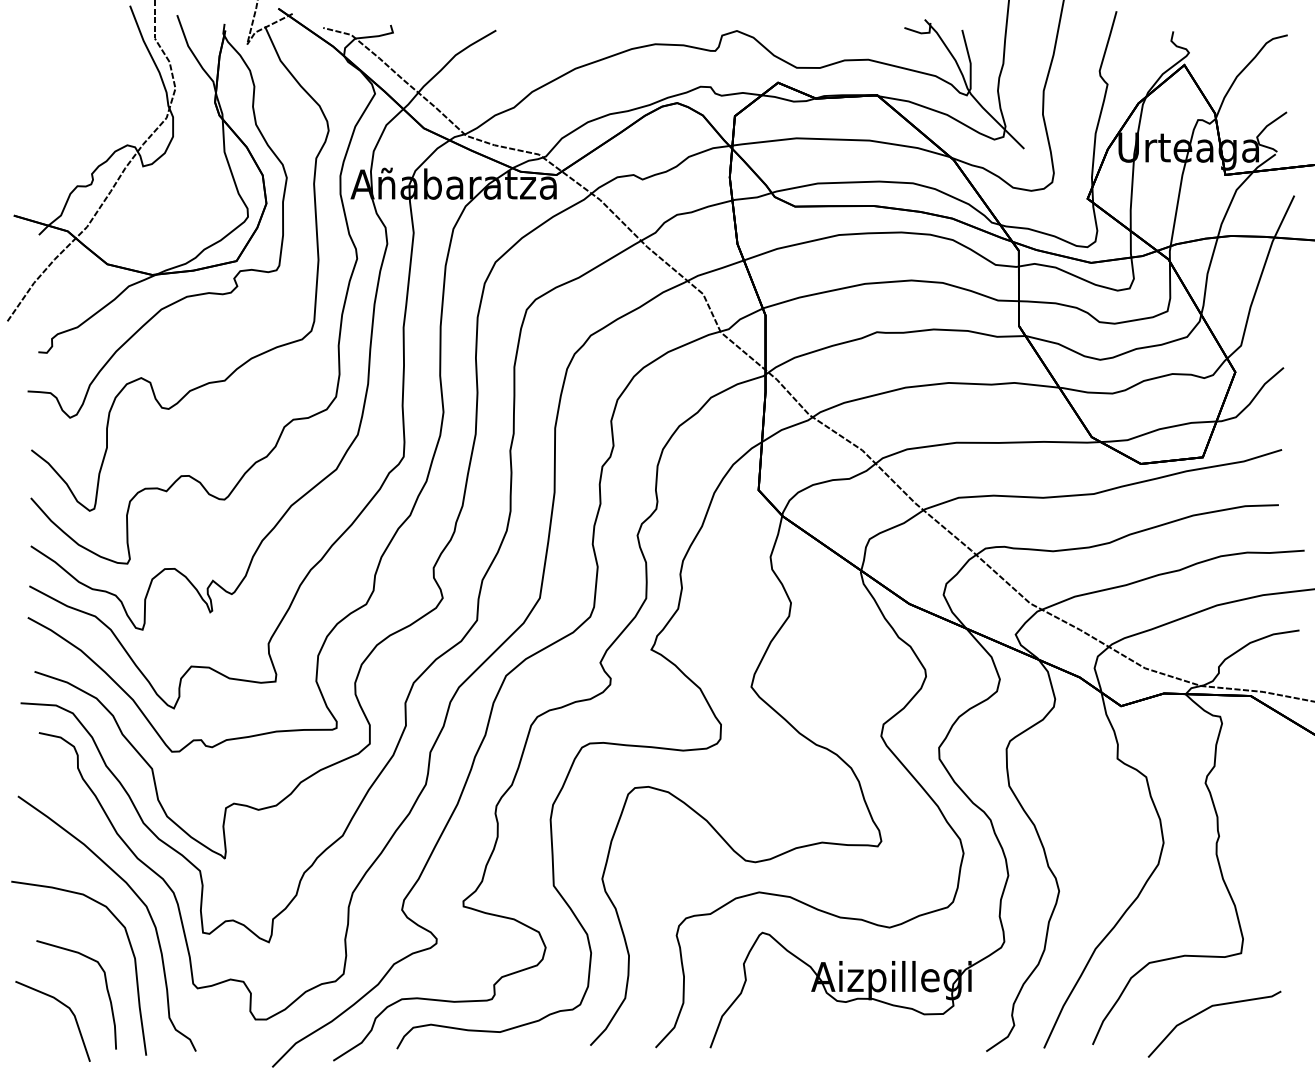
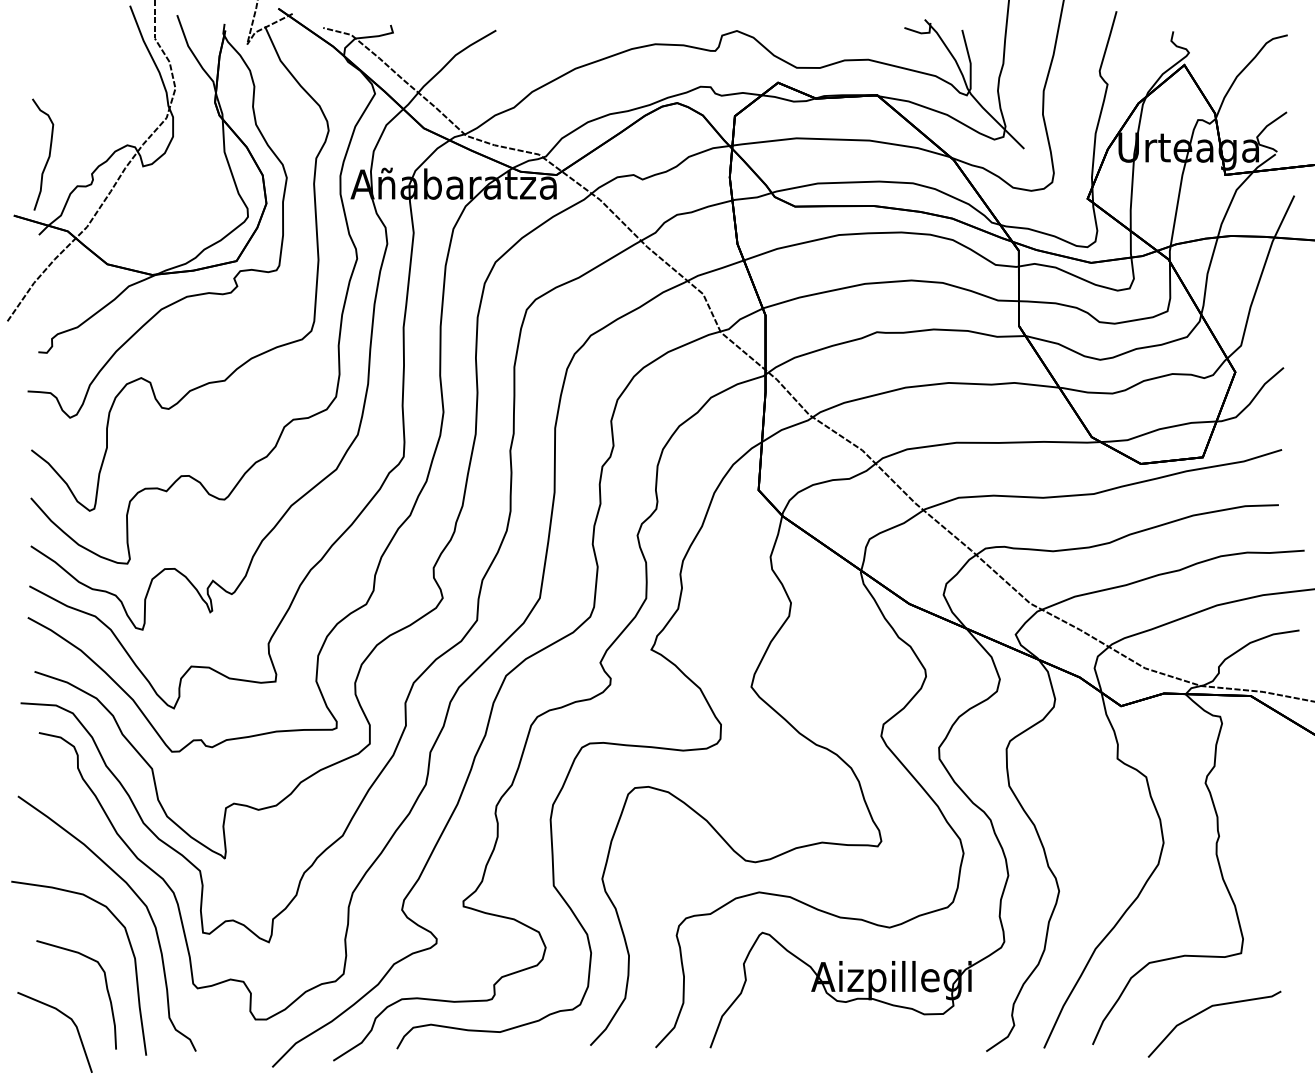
curve at (48, 154): none -> present
line at (63, 1005) position: (63, 1005) -> (65, 1016)
